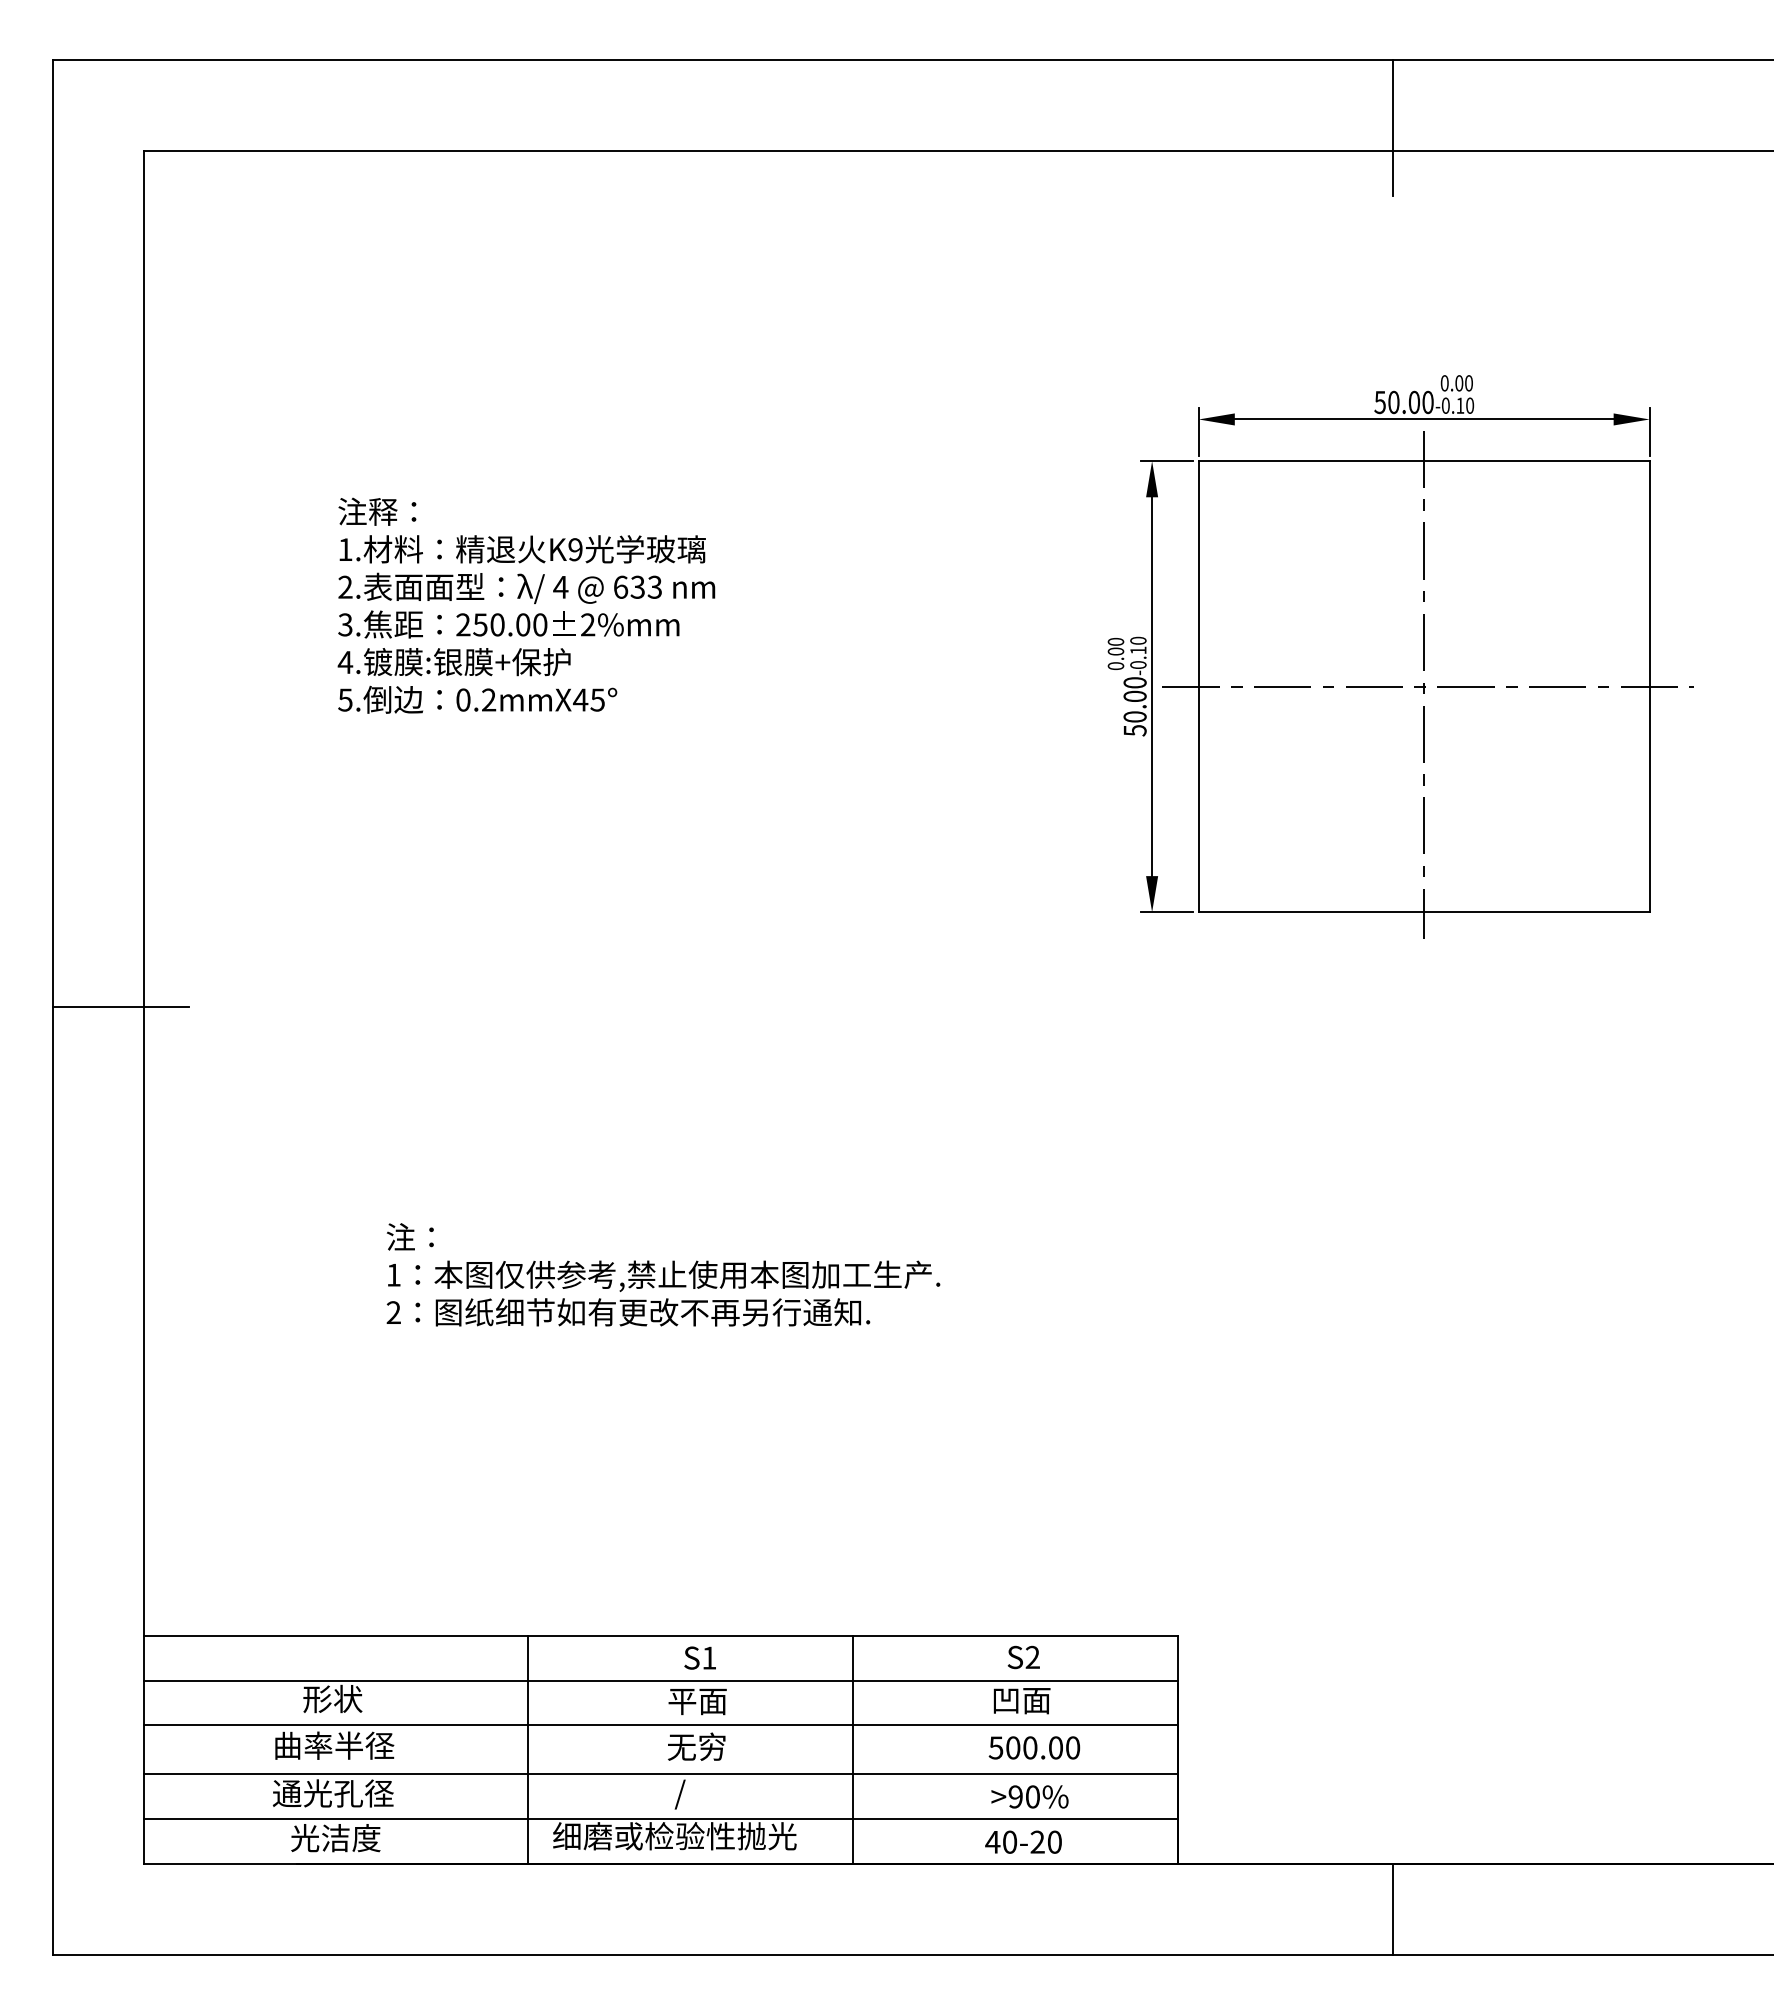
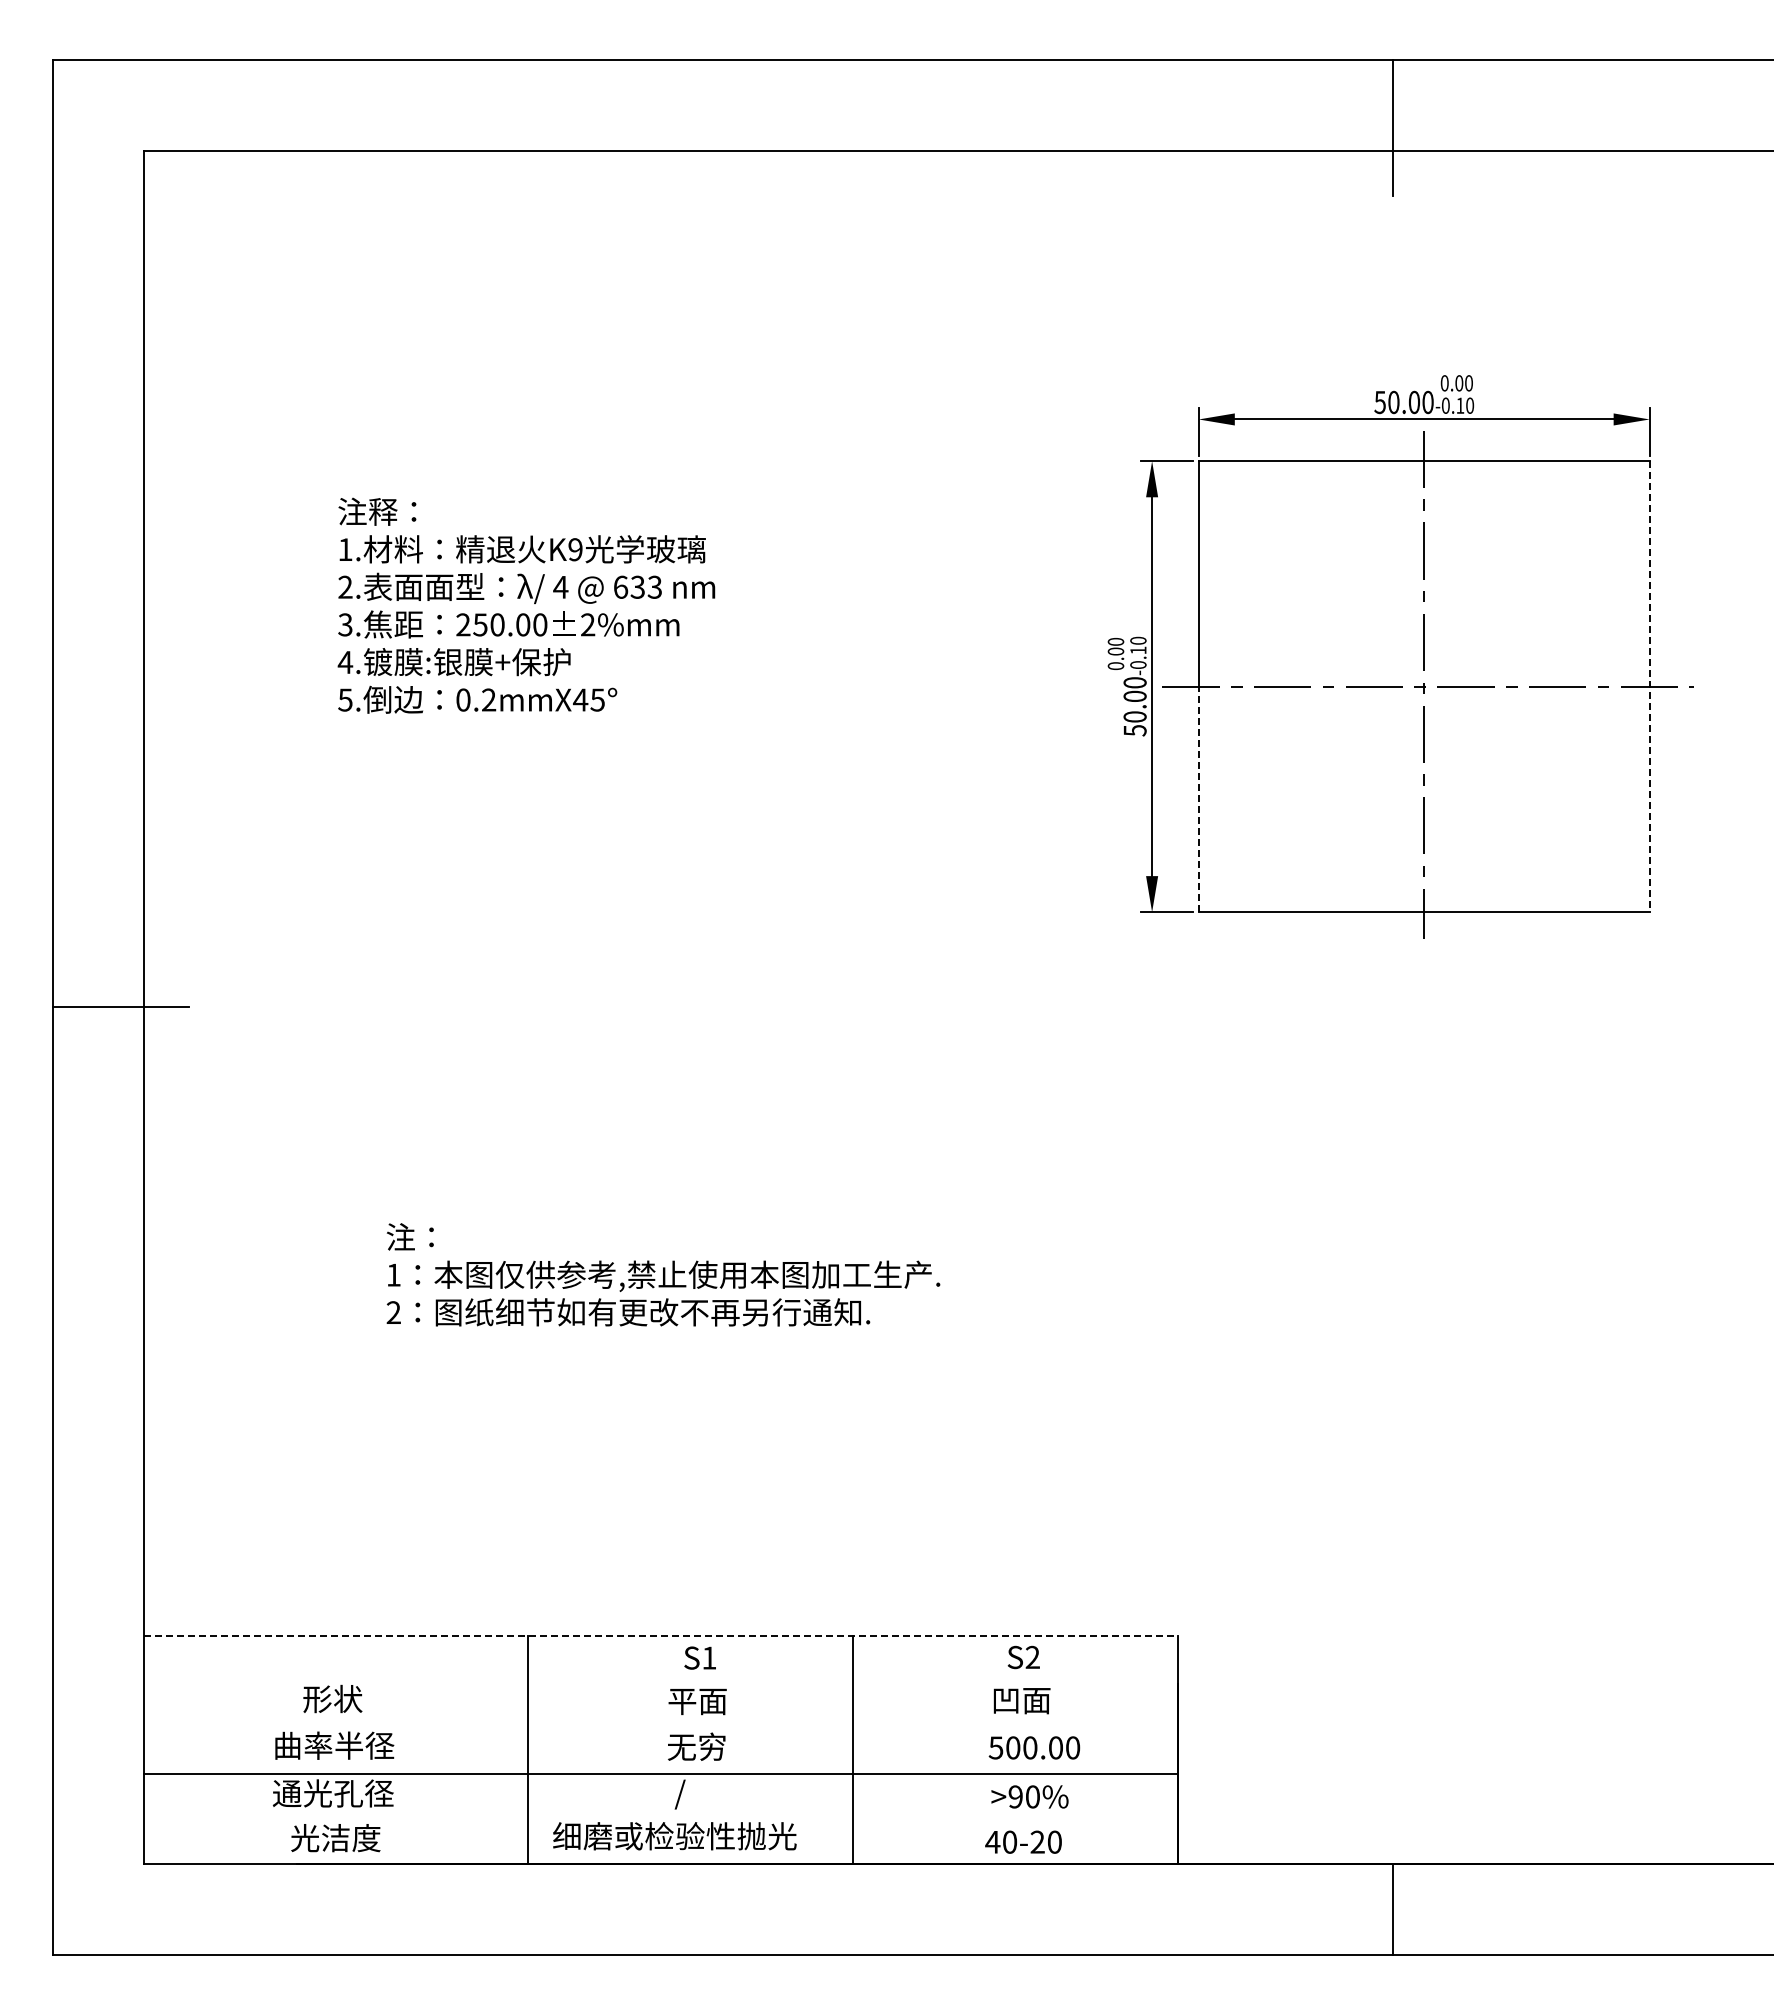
line at (1649, 687): solid -> dashed
line at (1198, 799): solid -> dashed
line at (661, 1635): solid -> dashed
line at (660, 1681): present -> none
line at (660, 1725): present -> none
line at (660, 1819): present -> none
